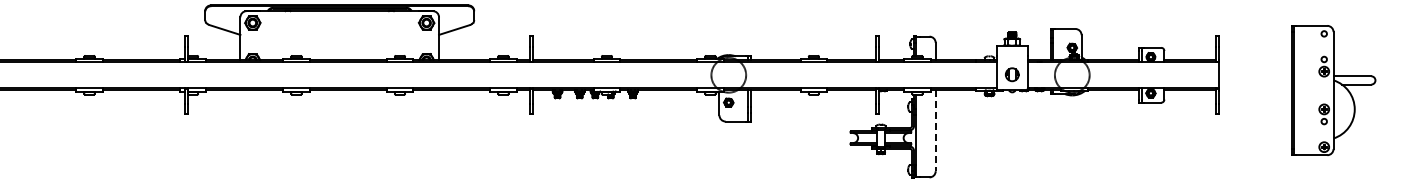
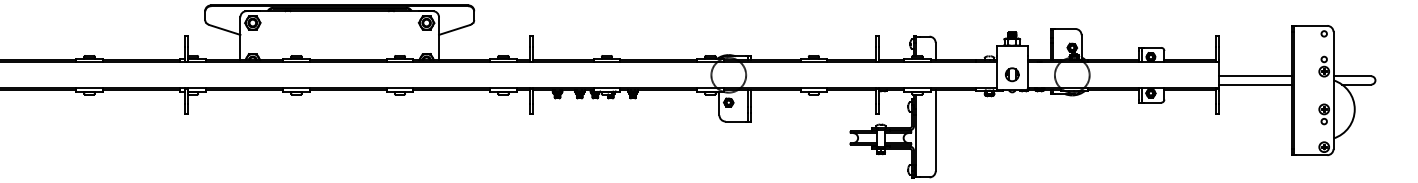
line at (1255, 76): none -> present
line at (1255, 84): none -> present
line at (935, 131): dashed -> solid
